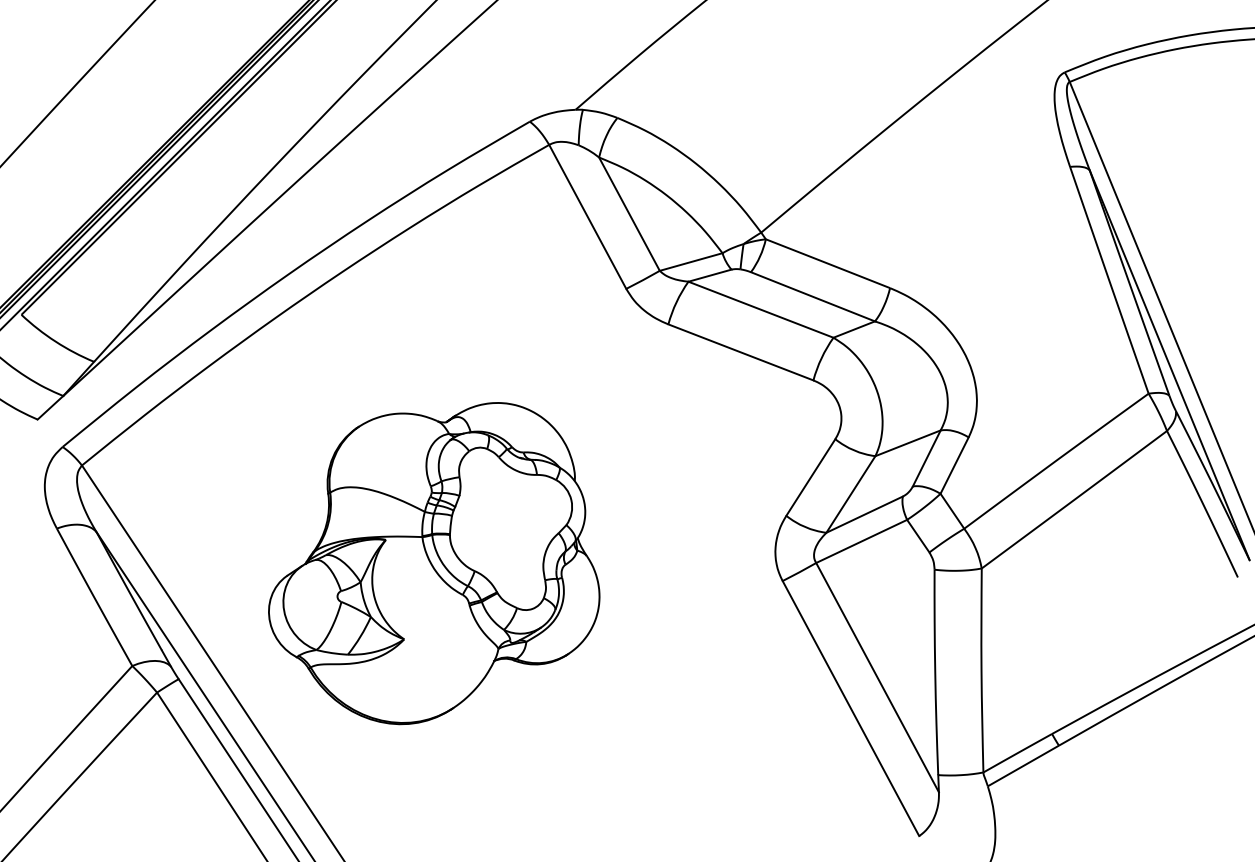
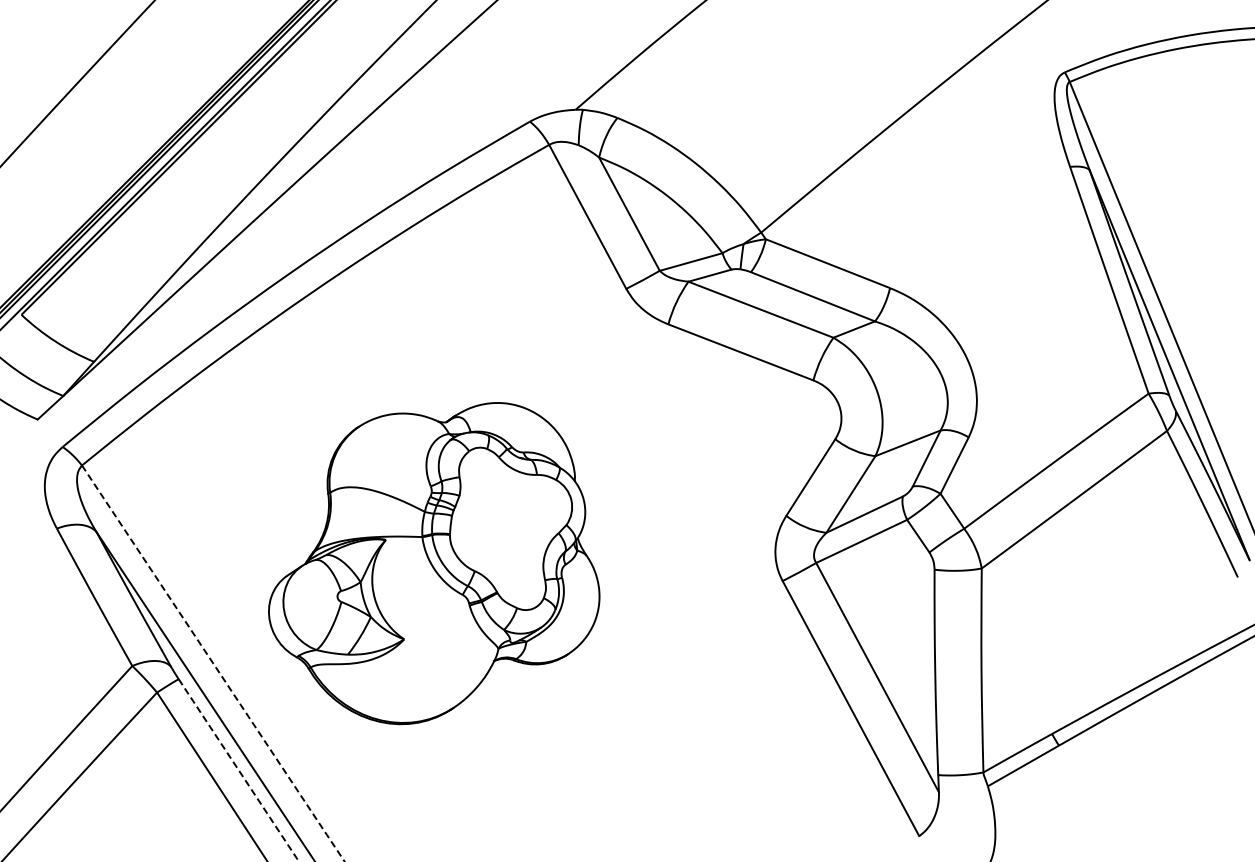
line at (213, 663): solid -> dashed
line at (239, 770): solid -> dashed
